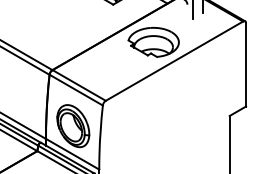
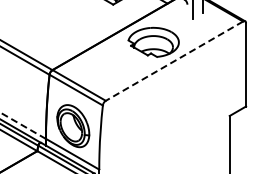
line at (174, 61): solid -> dashed
line at (22, 125): solid -> dashed
